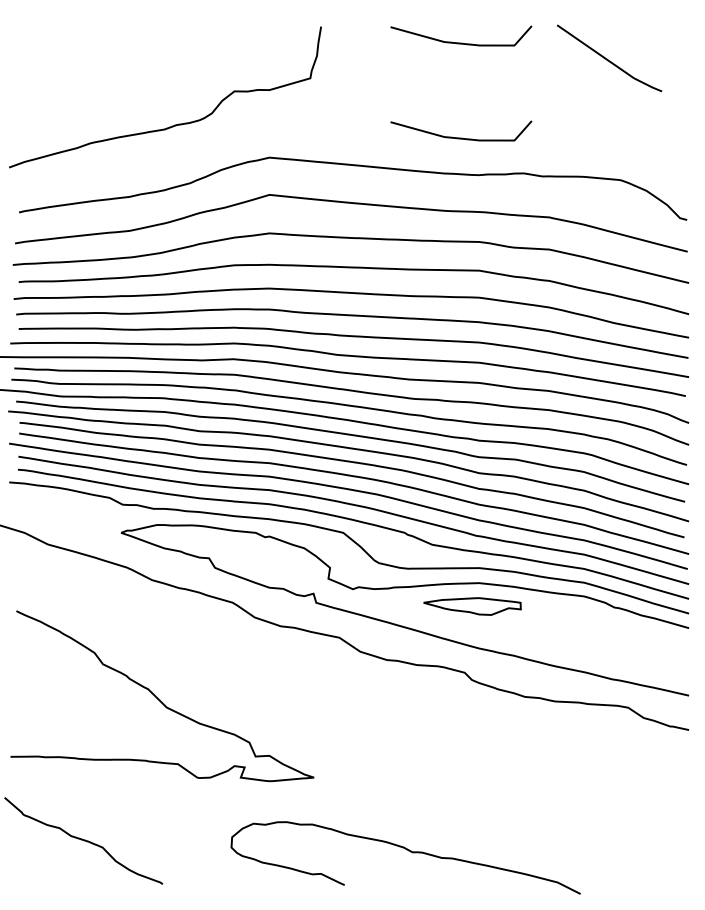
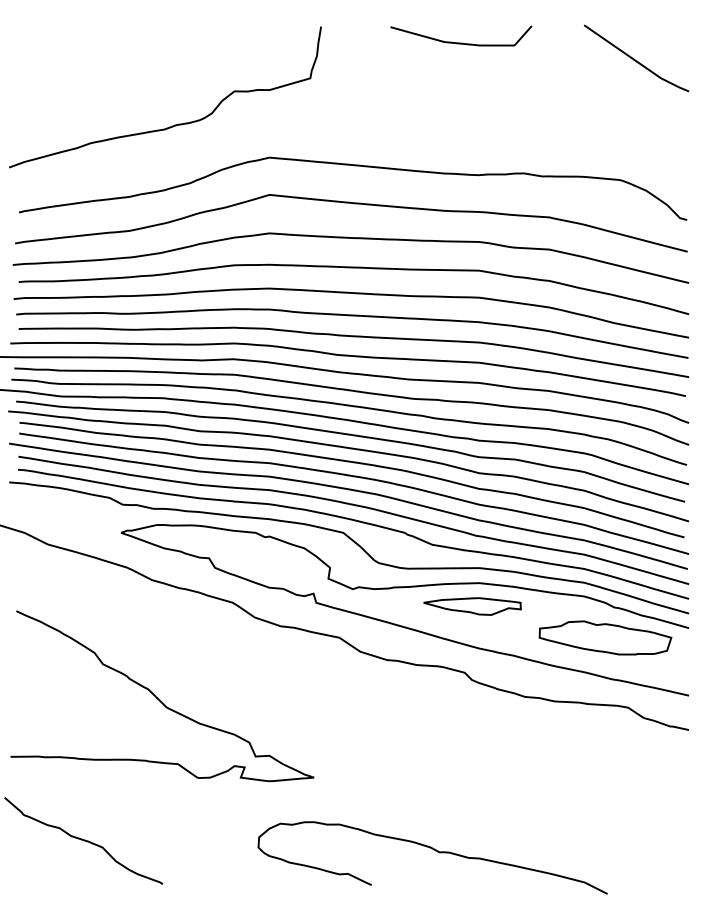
curve at (608, 59) position: (608, 59) -> (635, 59)
curve at (461, 137): present -> none
part at (605, 637): none -> present
curve at (408, 851) position: (408, 851) -> (435, 851)
